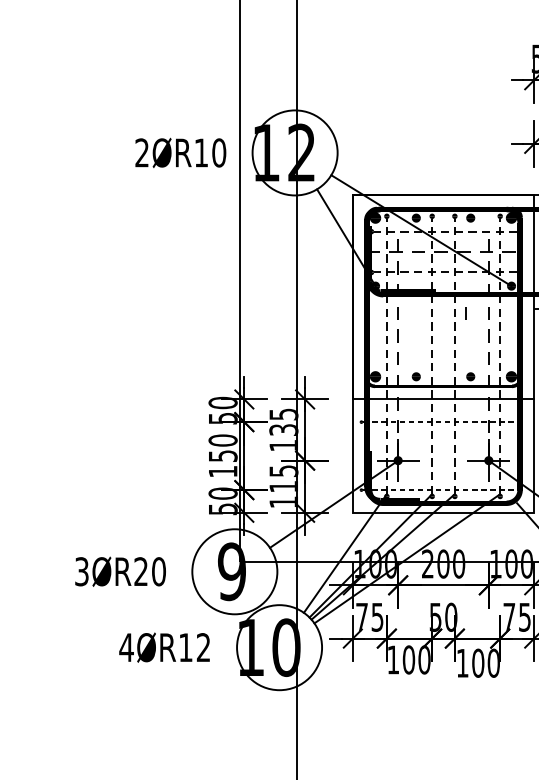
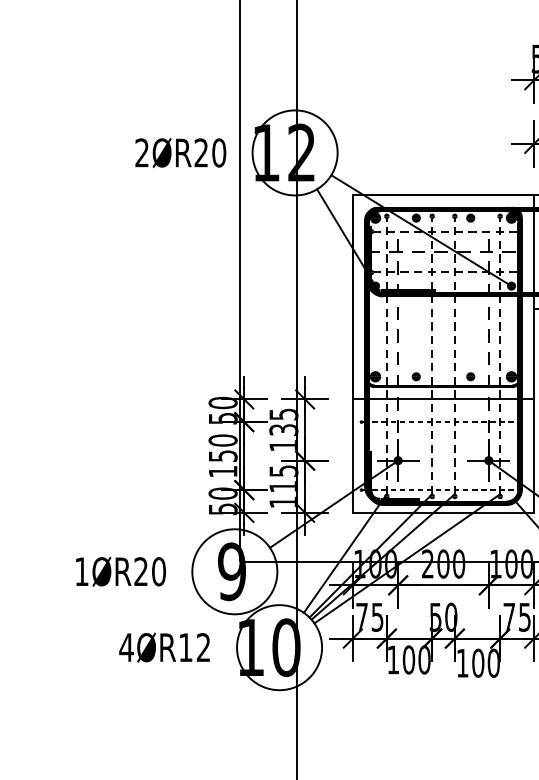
text at (200, 152): 2ØR10 -> 2ØR20
line at (465, 313): present -> none
text at (81, 571): 3ØR20 -> 1ØR20
